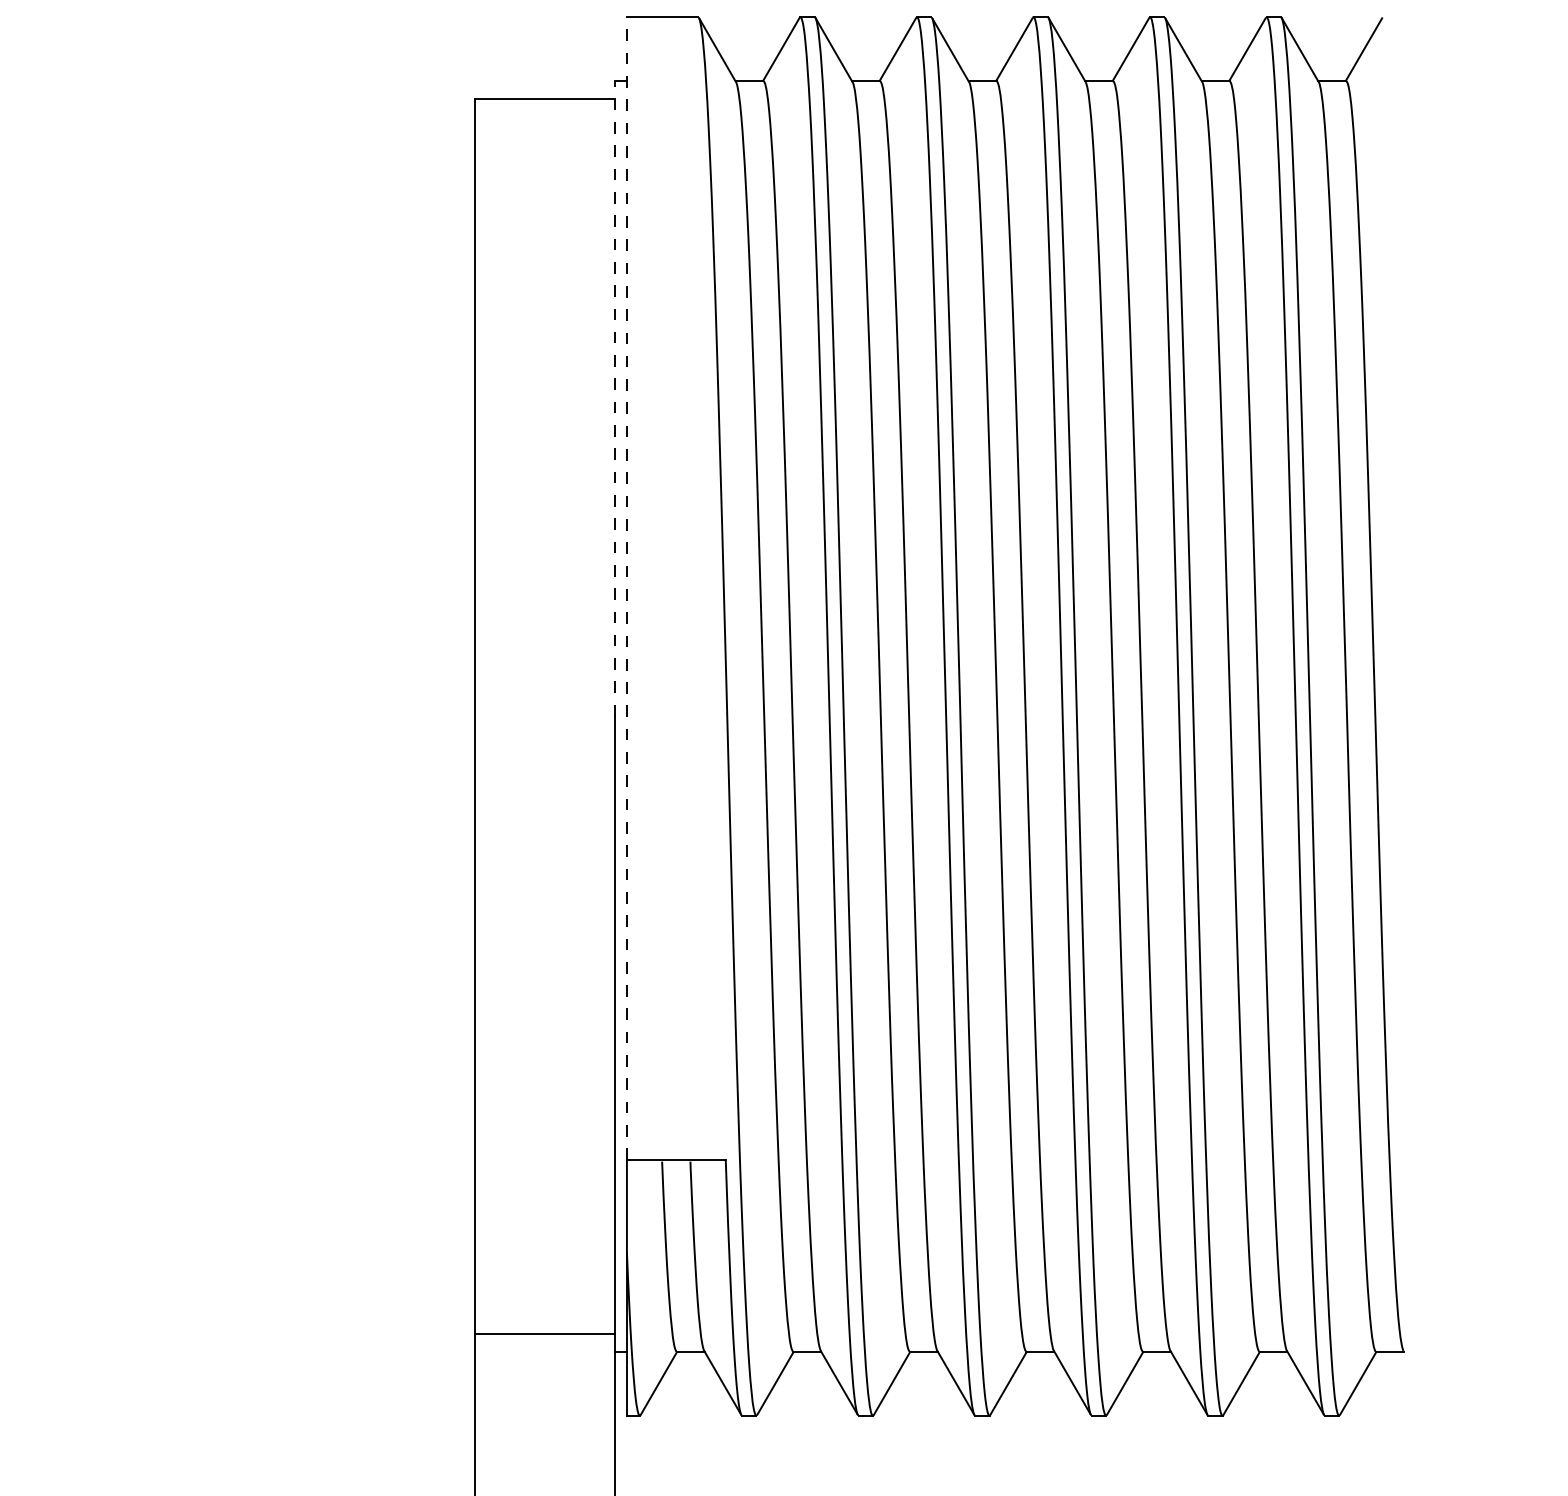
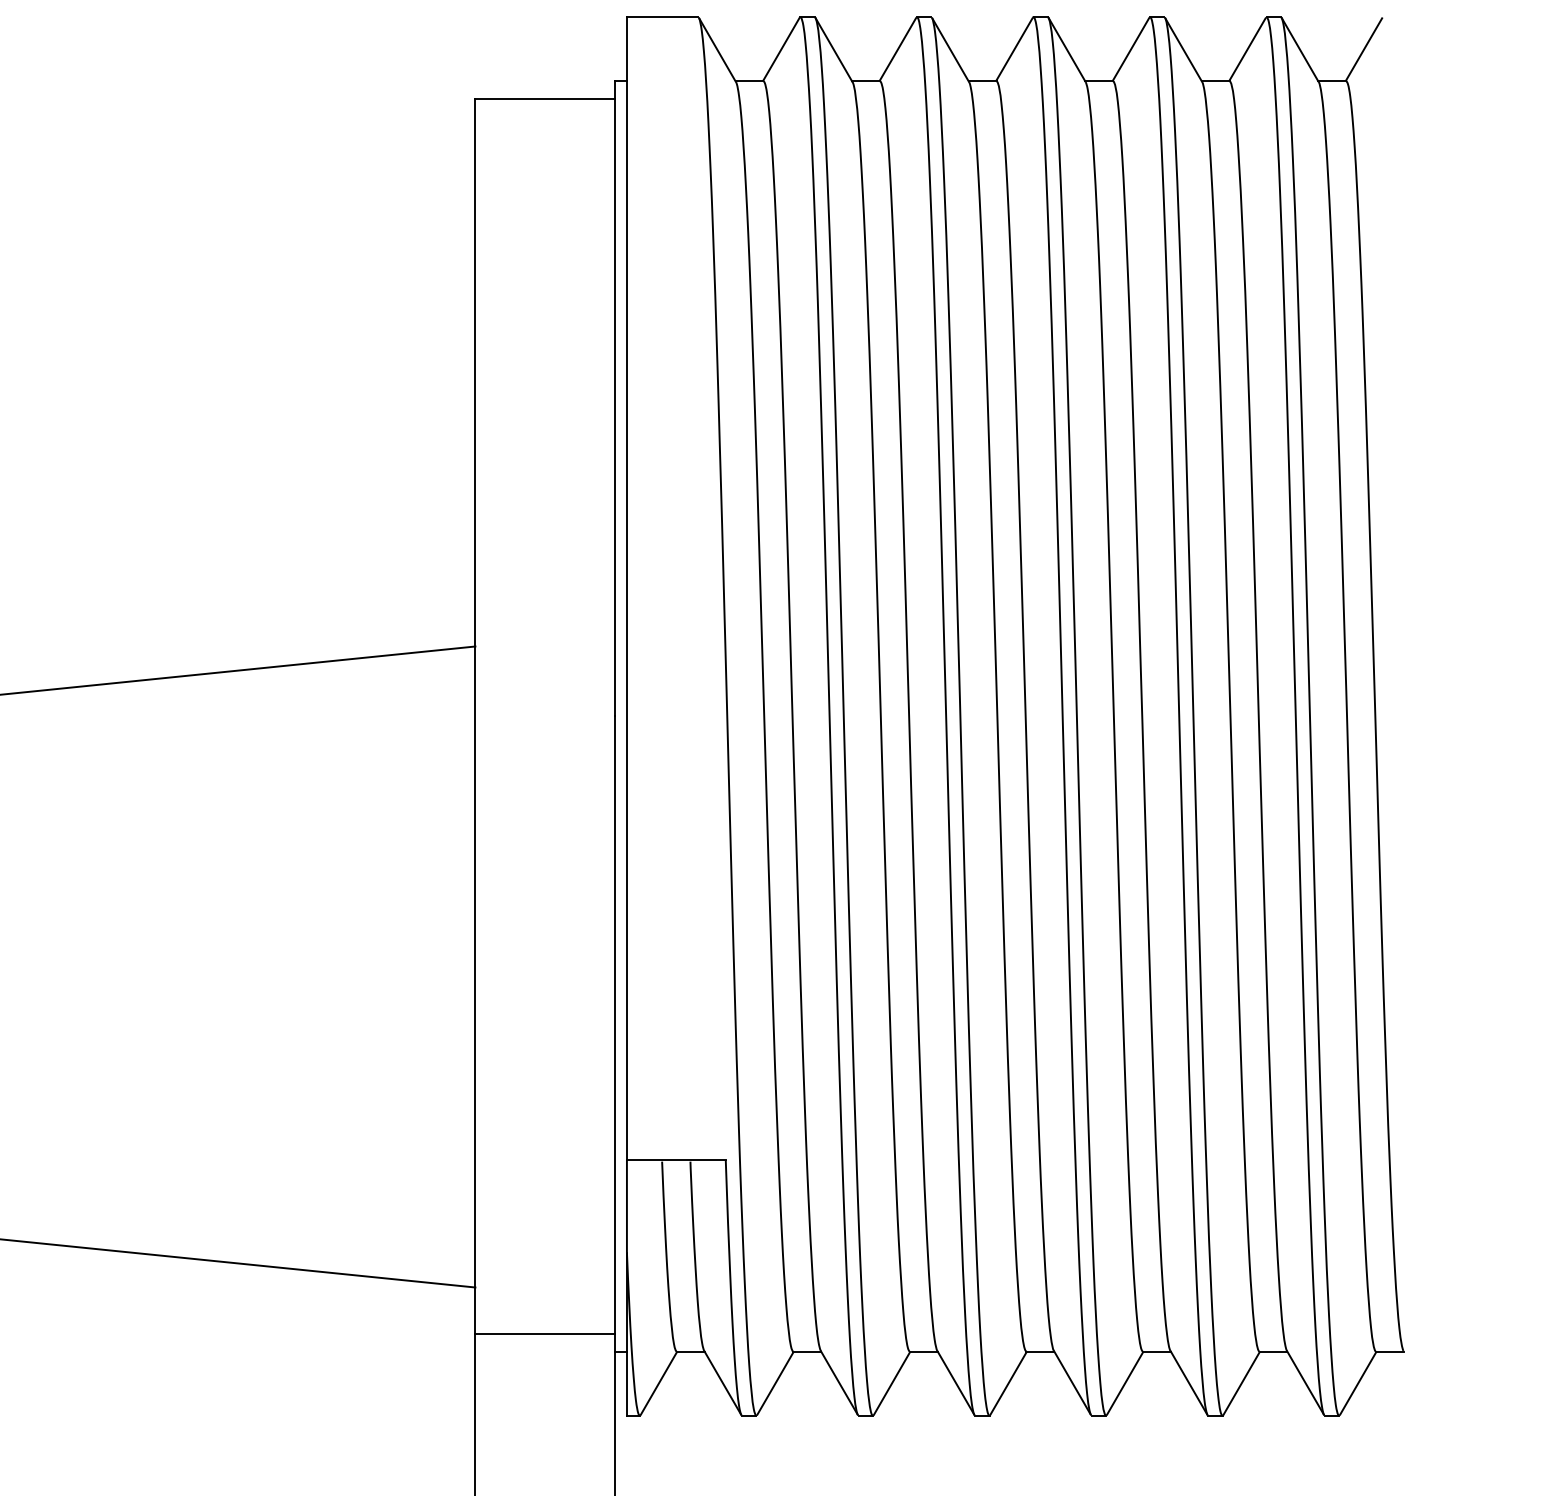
line at (615, 398): dashed -> solid
line at (626, 588): dashed -> solid
line at (238, 670): none -> present
line at (238, 1263): none -> present
